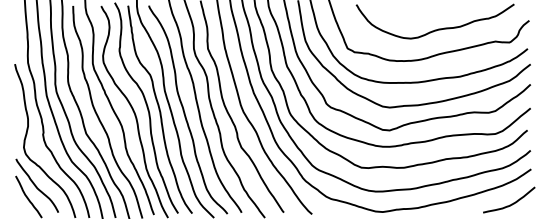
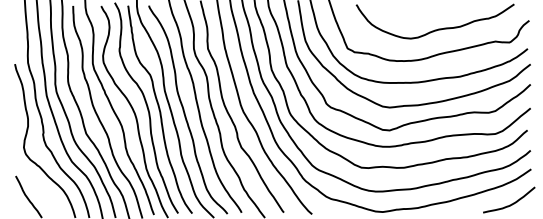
curve at (36, 185): present -> none
